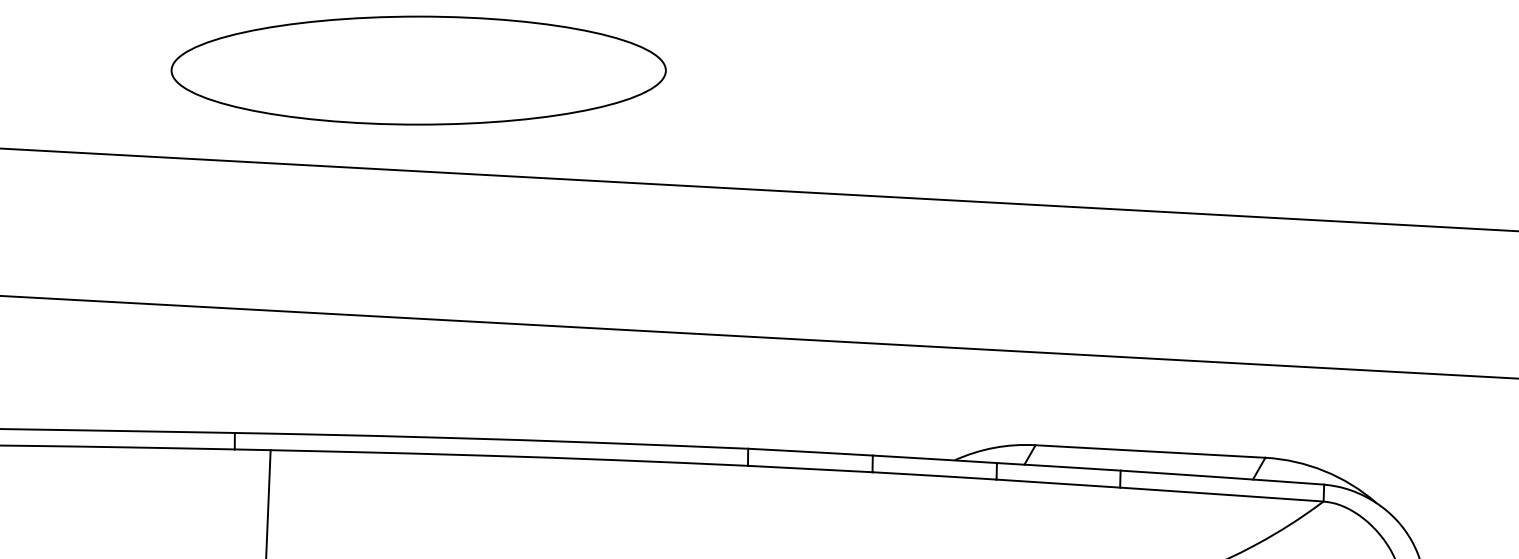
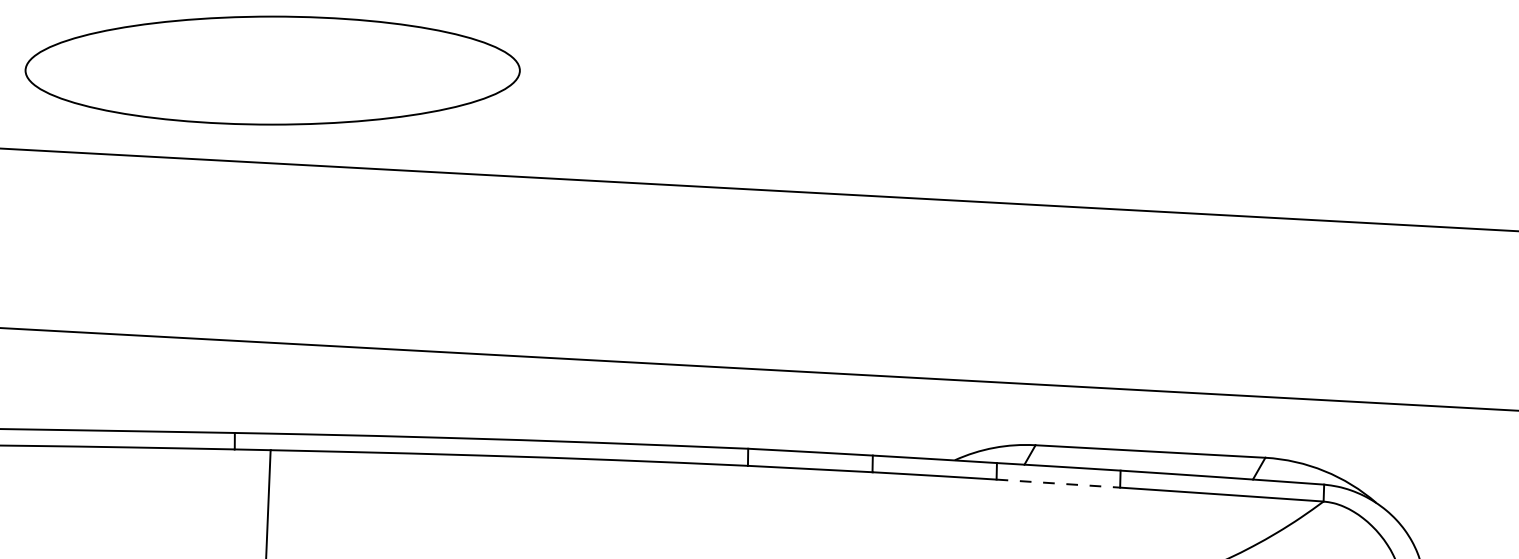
part at (418, 70) position: (418, 70) -> (272, 70)
line at (758, 337) position: (758, 337) -> (758, 369)
line at (1058, 483): solid -> dashed
